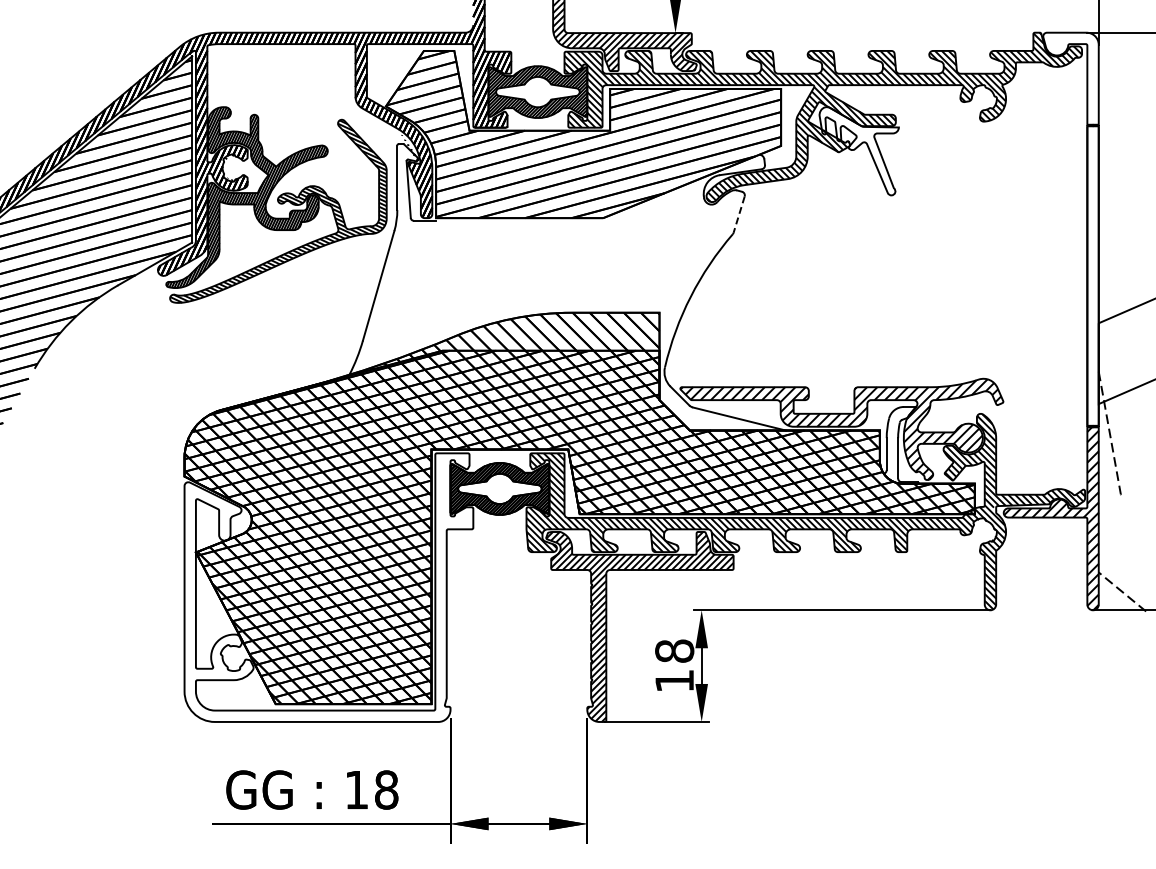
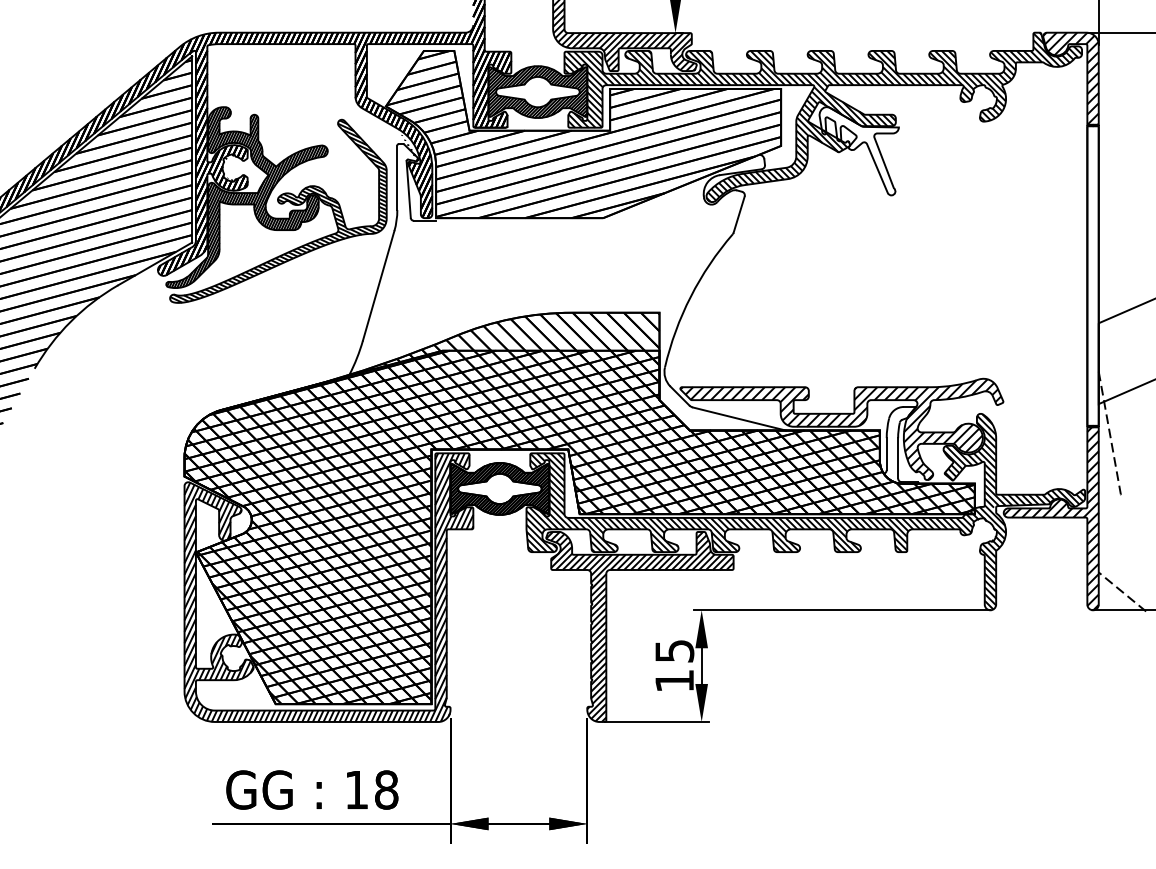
hatch at (1070, 78): none -> present
line at (739, 214): dashed -> solid
hatch at (328, 587): none -> present
text at (674, 650): 18 -> 15
